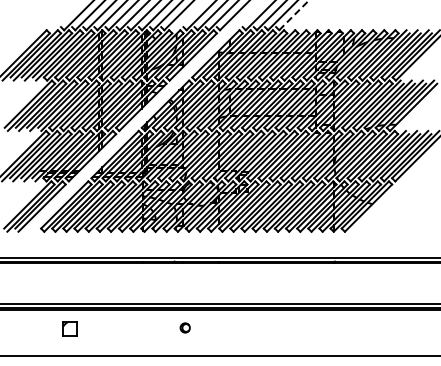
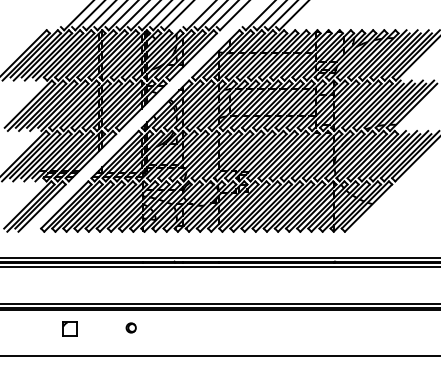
line at (294, 15): dashed -> solid
line at (219, 266): none -> present
part at (184, 327) position: (184, 327) -> (130, 327)
